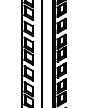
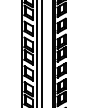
line at (37, 53): none -> present
